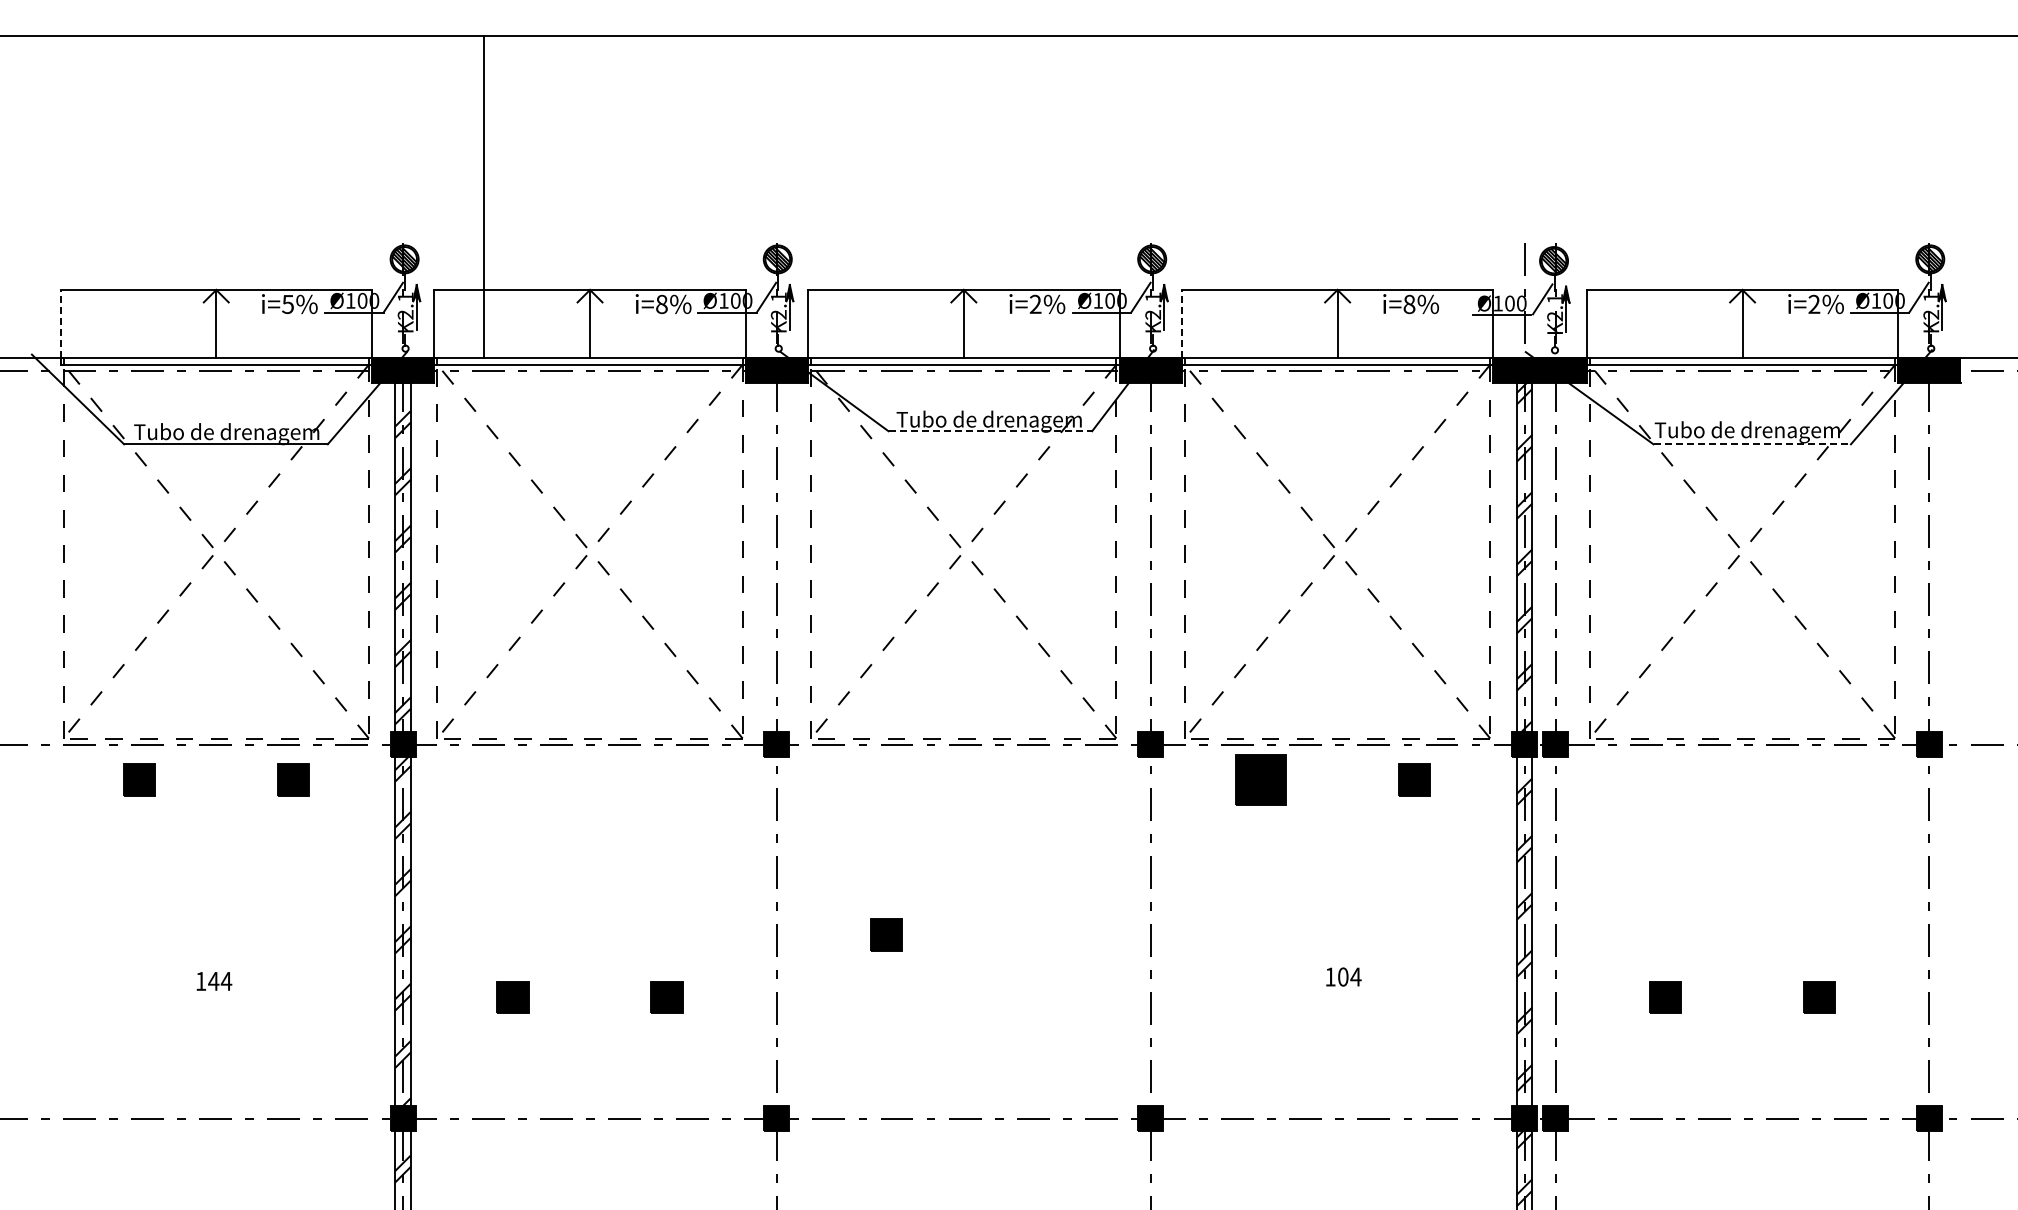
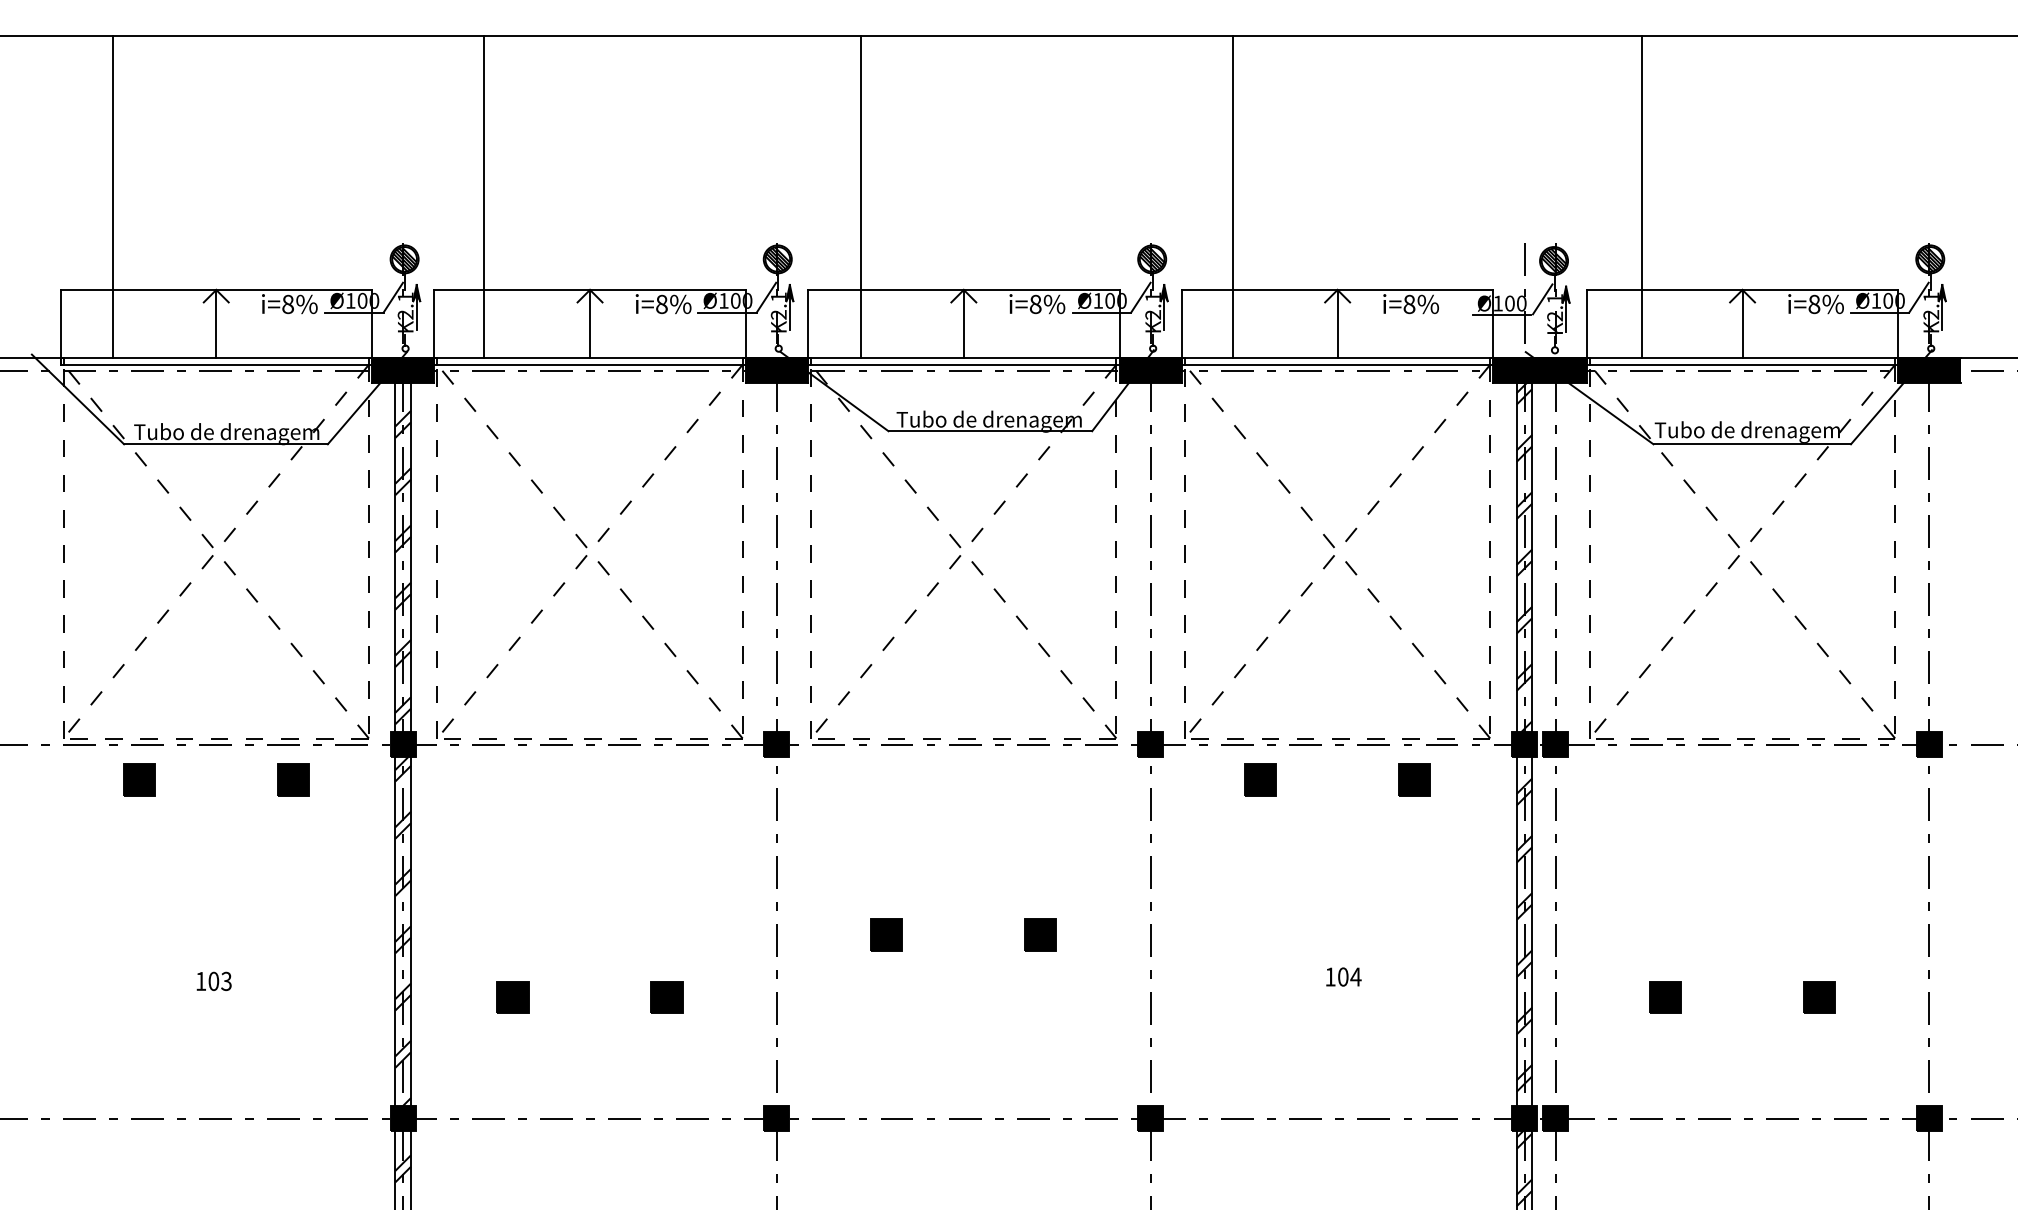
line at (113, 197): none -> present
line at (861, 197): none -> present
line at (1233, 197): none -> present
line at (1642, 197): none -> present
text at (287, 303): i=5% -> i=8%
text at (1035, 304): i=2% -> i=8%
text at (1814, 304): i=2% -> i=8%
line at (60, 323): dashed -> solid
line at (1181, 323): dashed -> solid
line at (990, 431): dashed -> solid
line at (1752, 444): dashed -> solid
part at (1260, 779) size: 52x52 px -> 33x34 px
part at (1040, 934): none -> present
text at (220, 981): 144 -> 103
